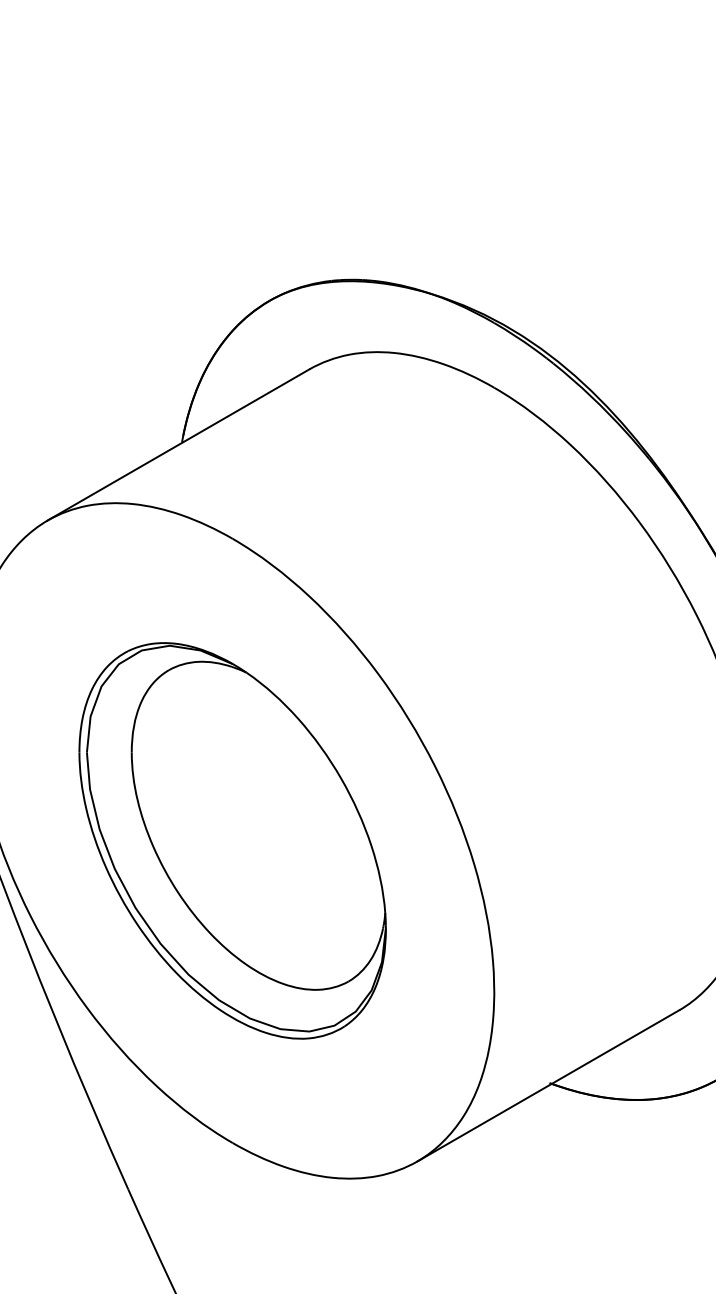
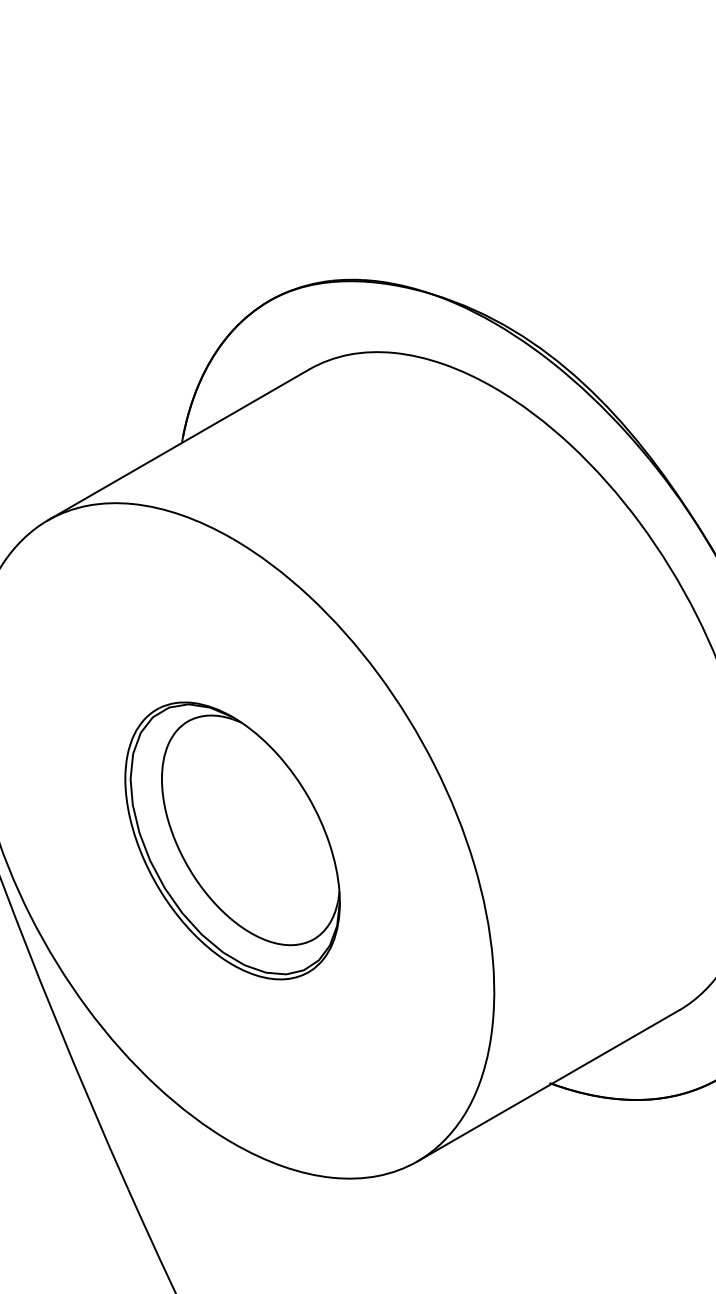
part at (232, 840) size: 309x398 px -> 217x280 px
